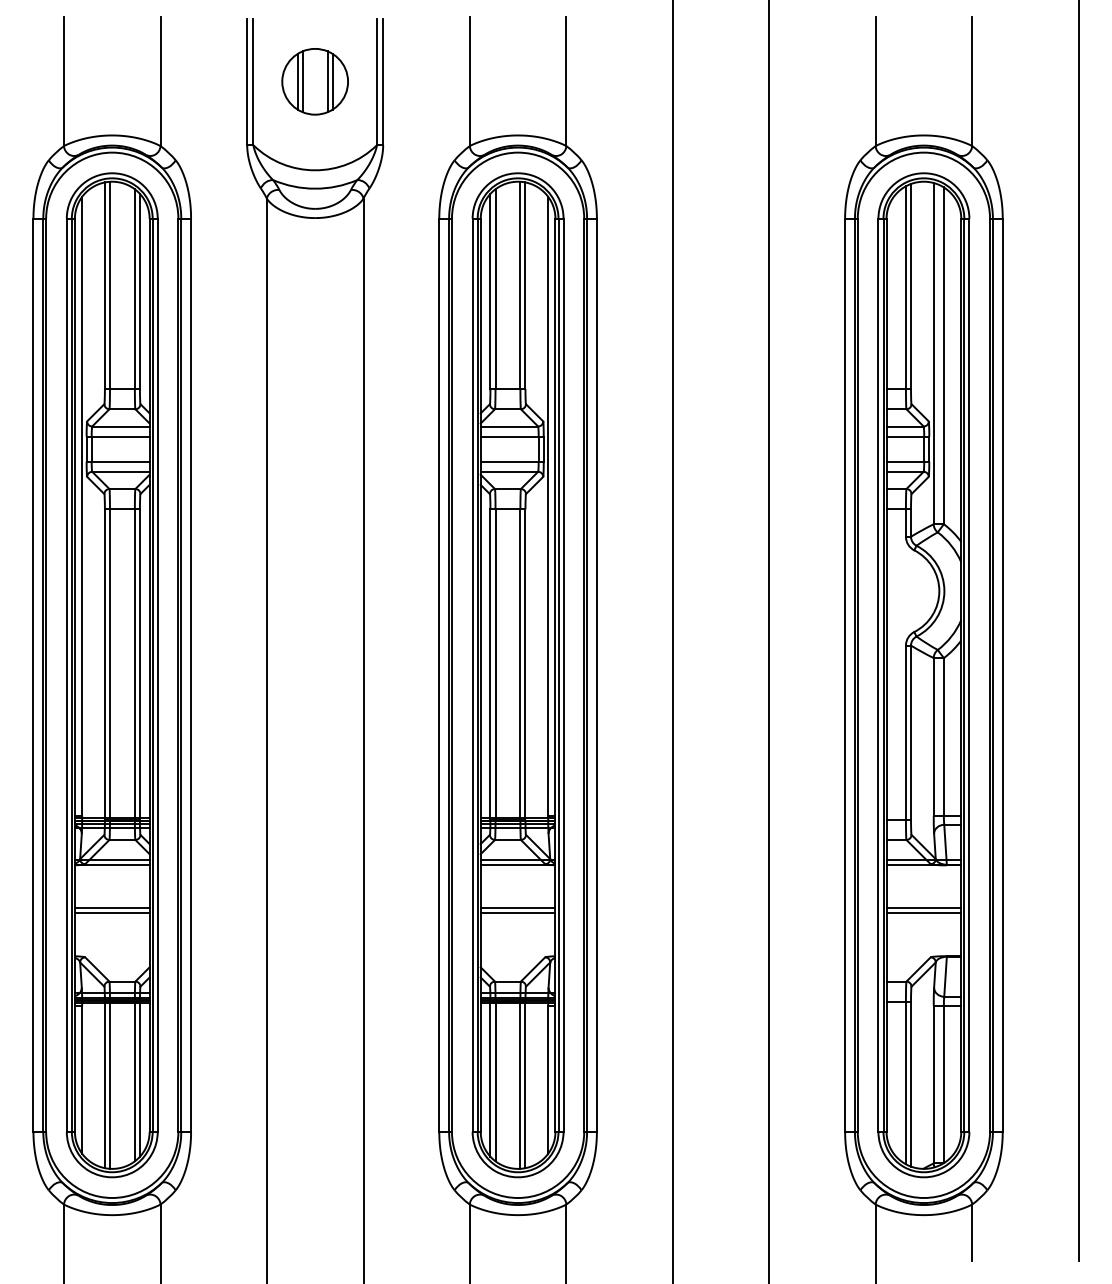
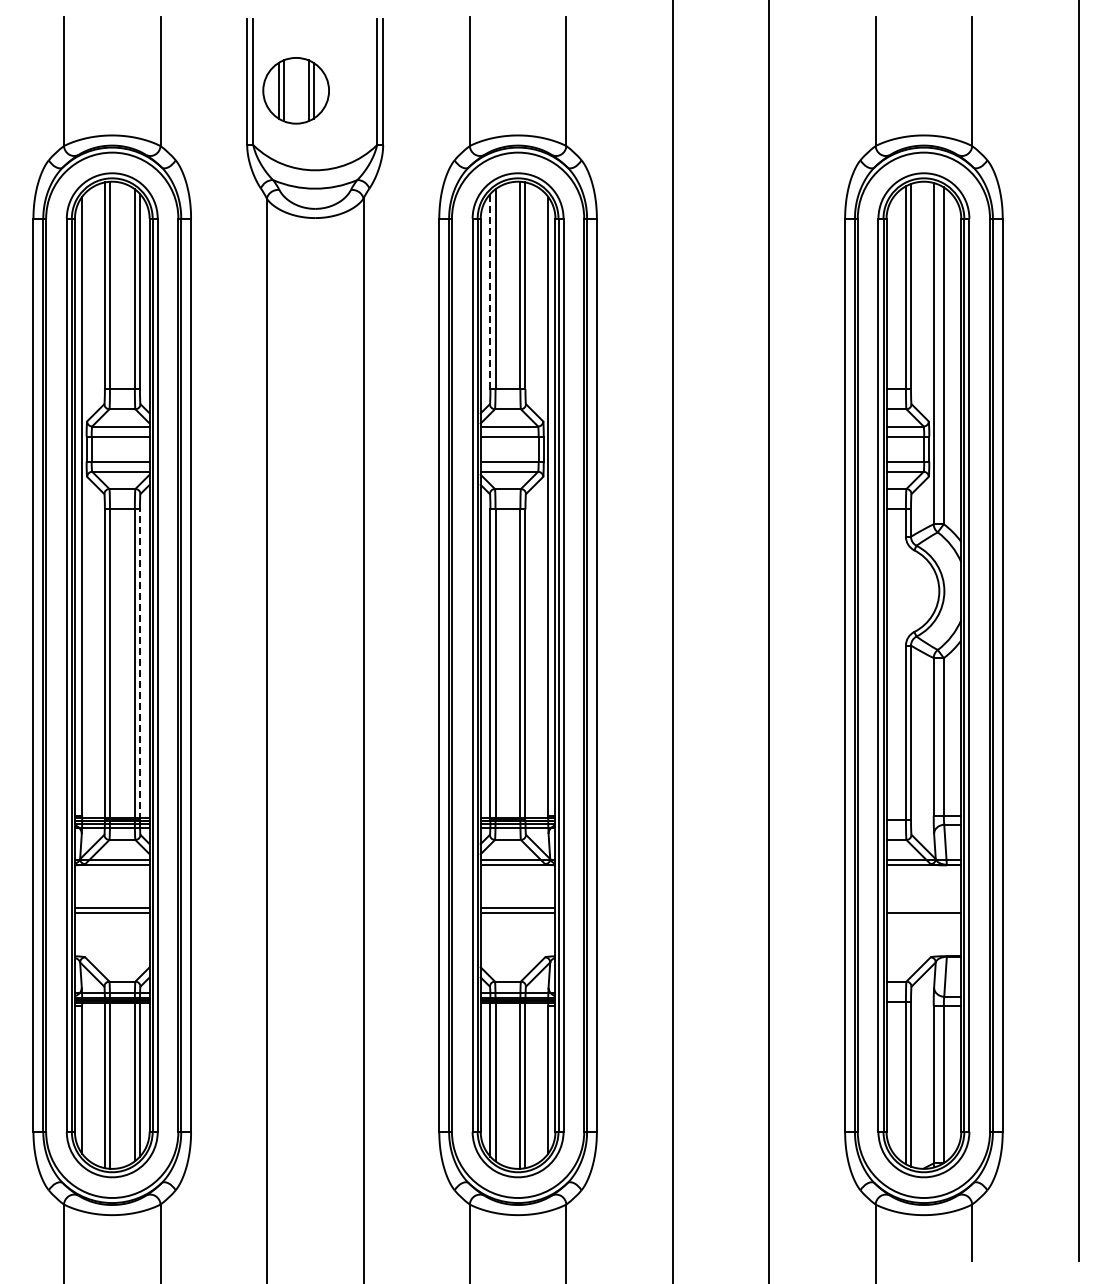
part at (314, 81) position: (314, 81) -> (295, 90)
line at (490, 291): solid -> dashed
line at (139, 663): solid -> dashed
line at (923, 908): present -> none
